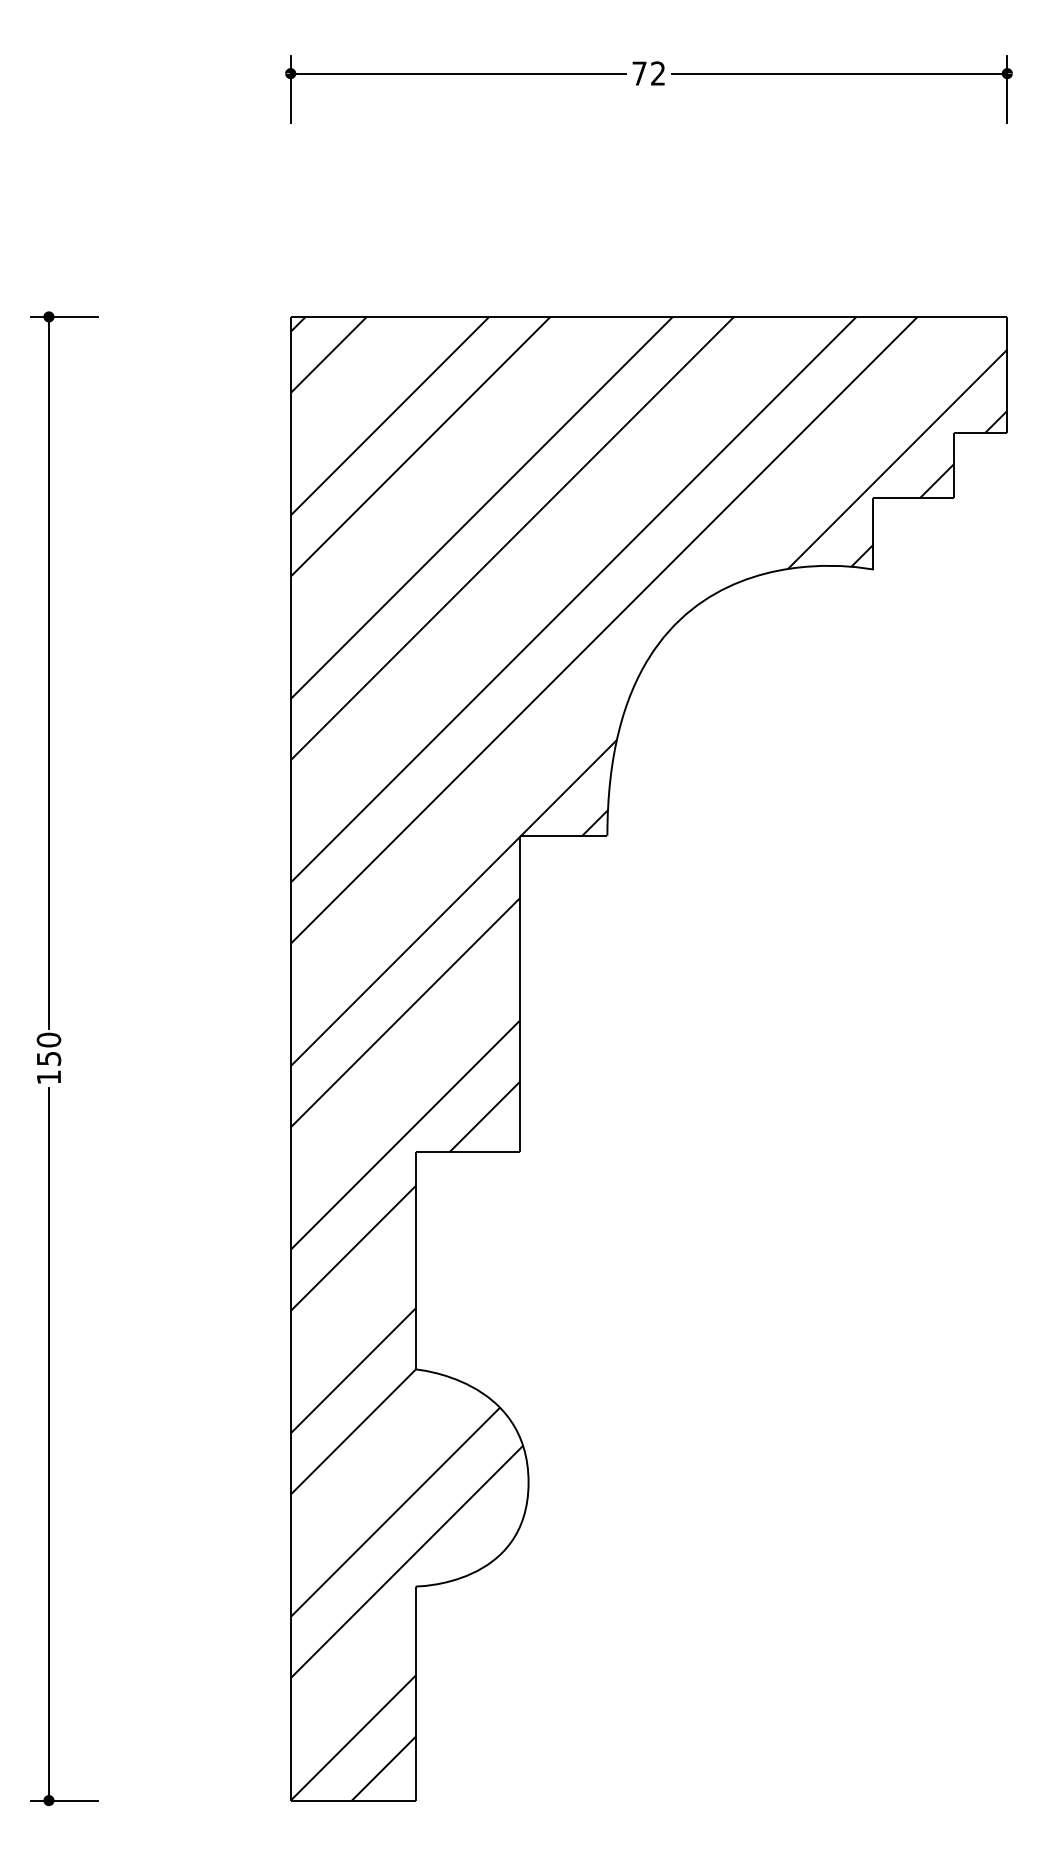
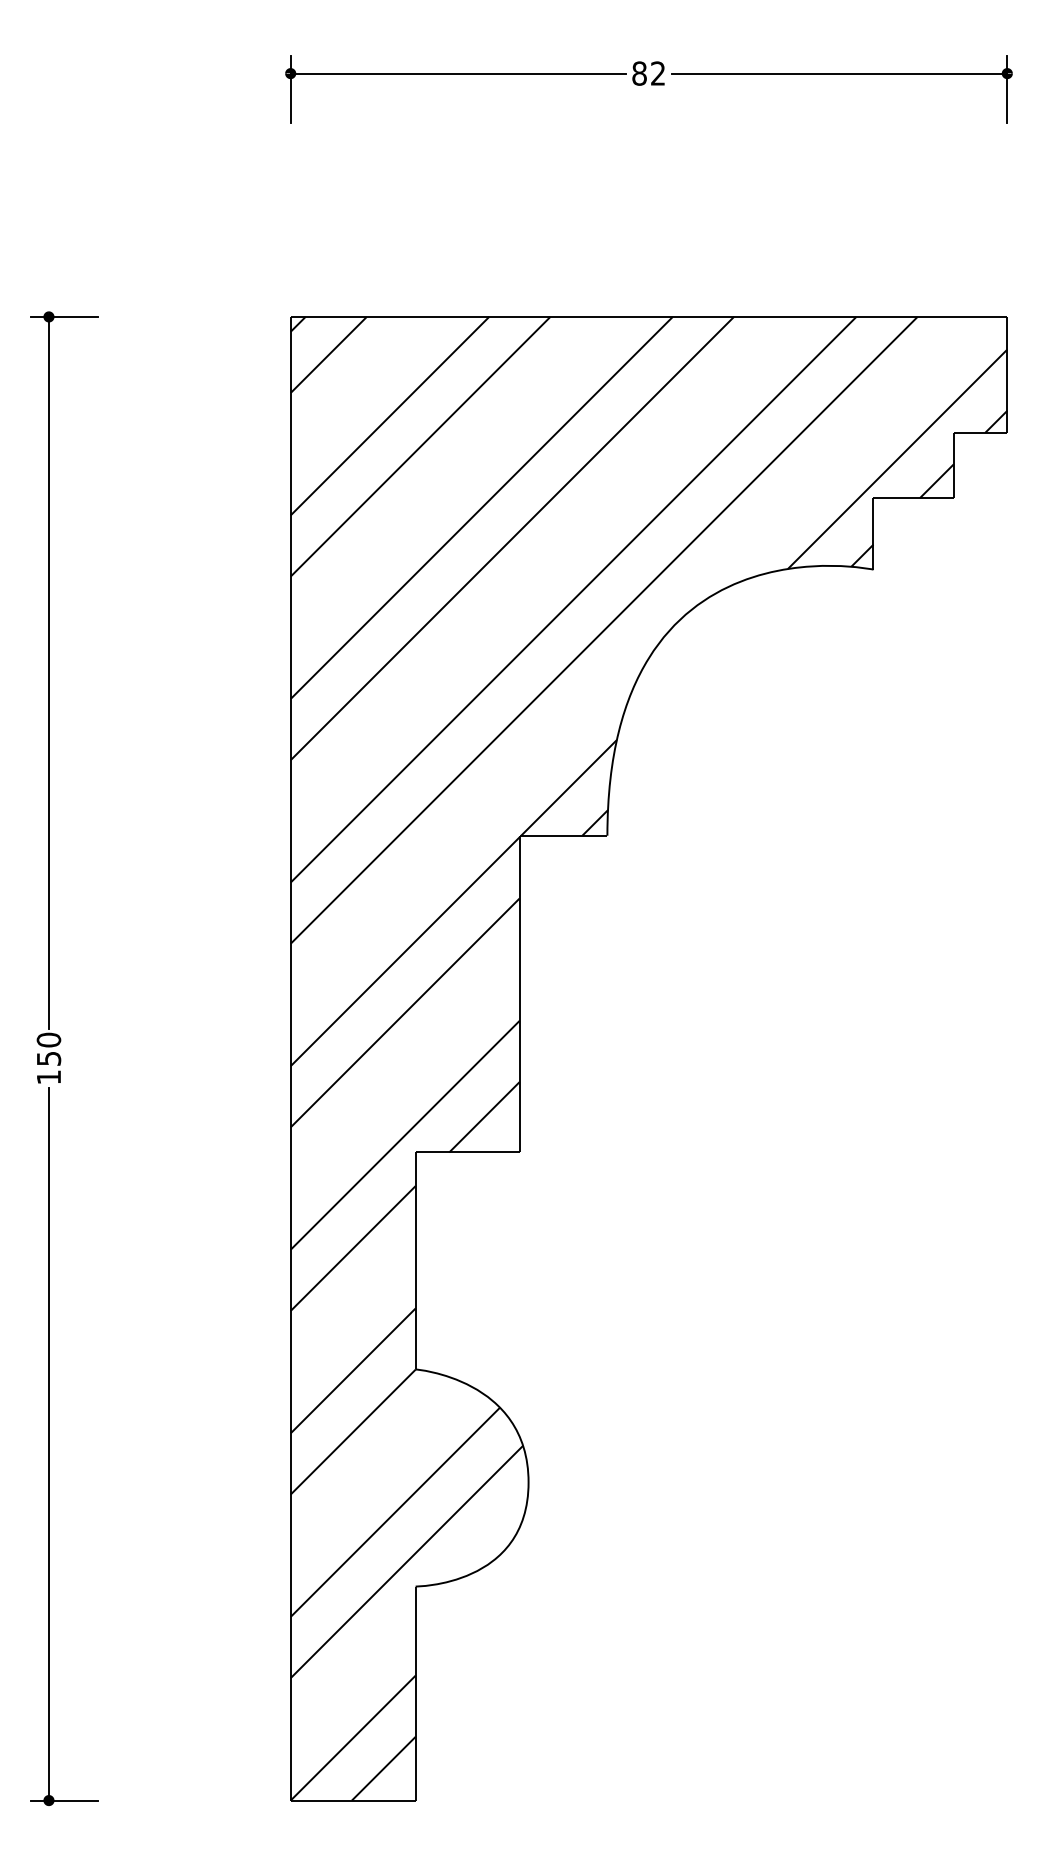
text at (639, 73): 72 -> 82
